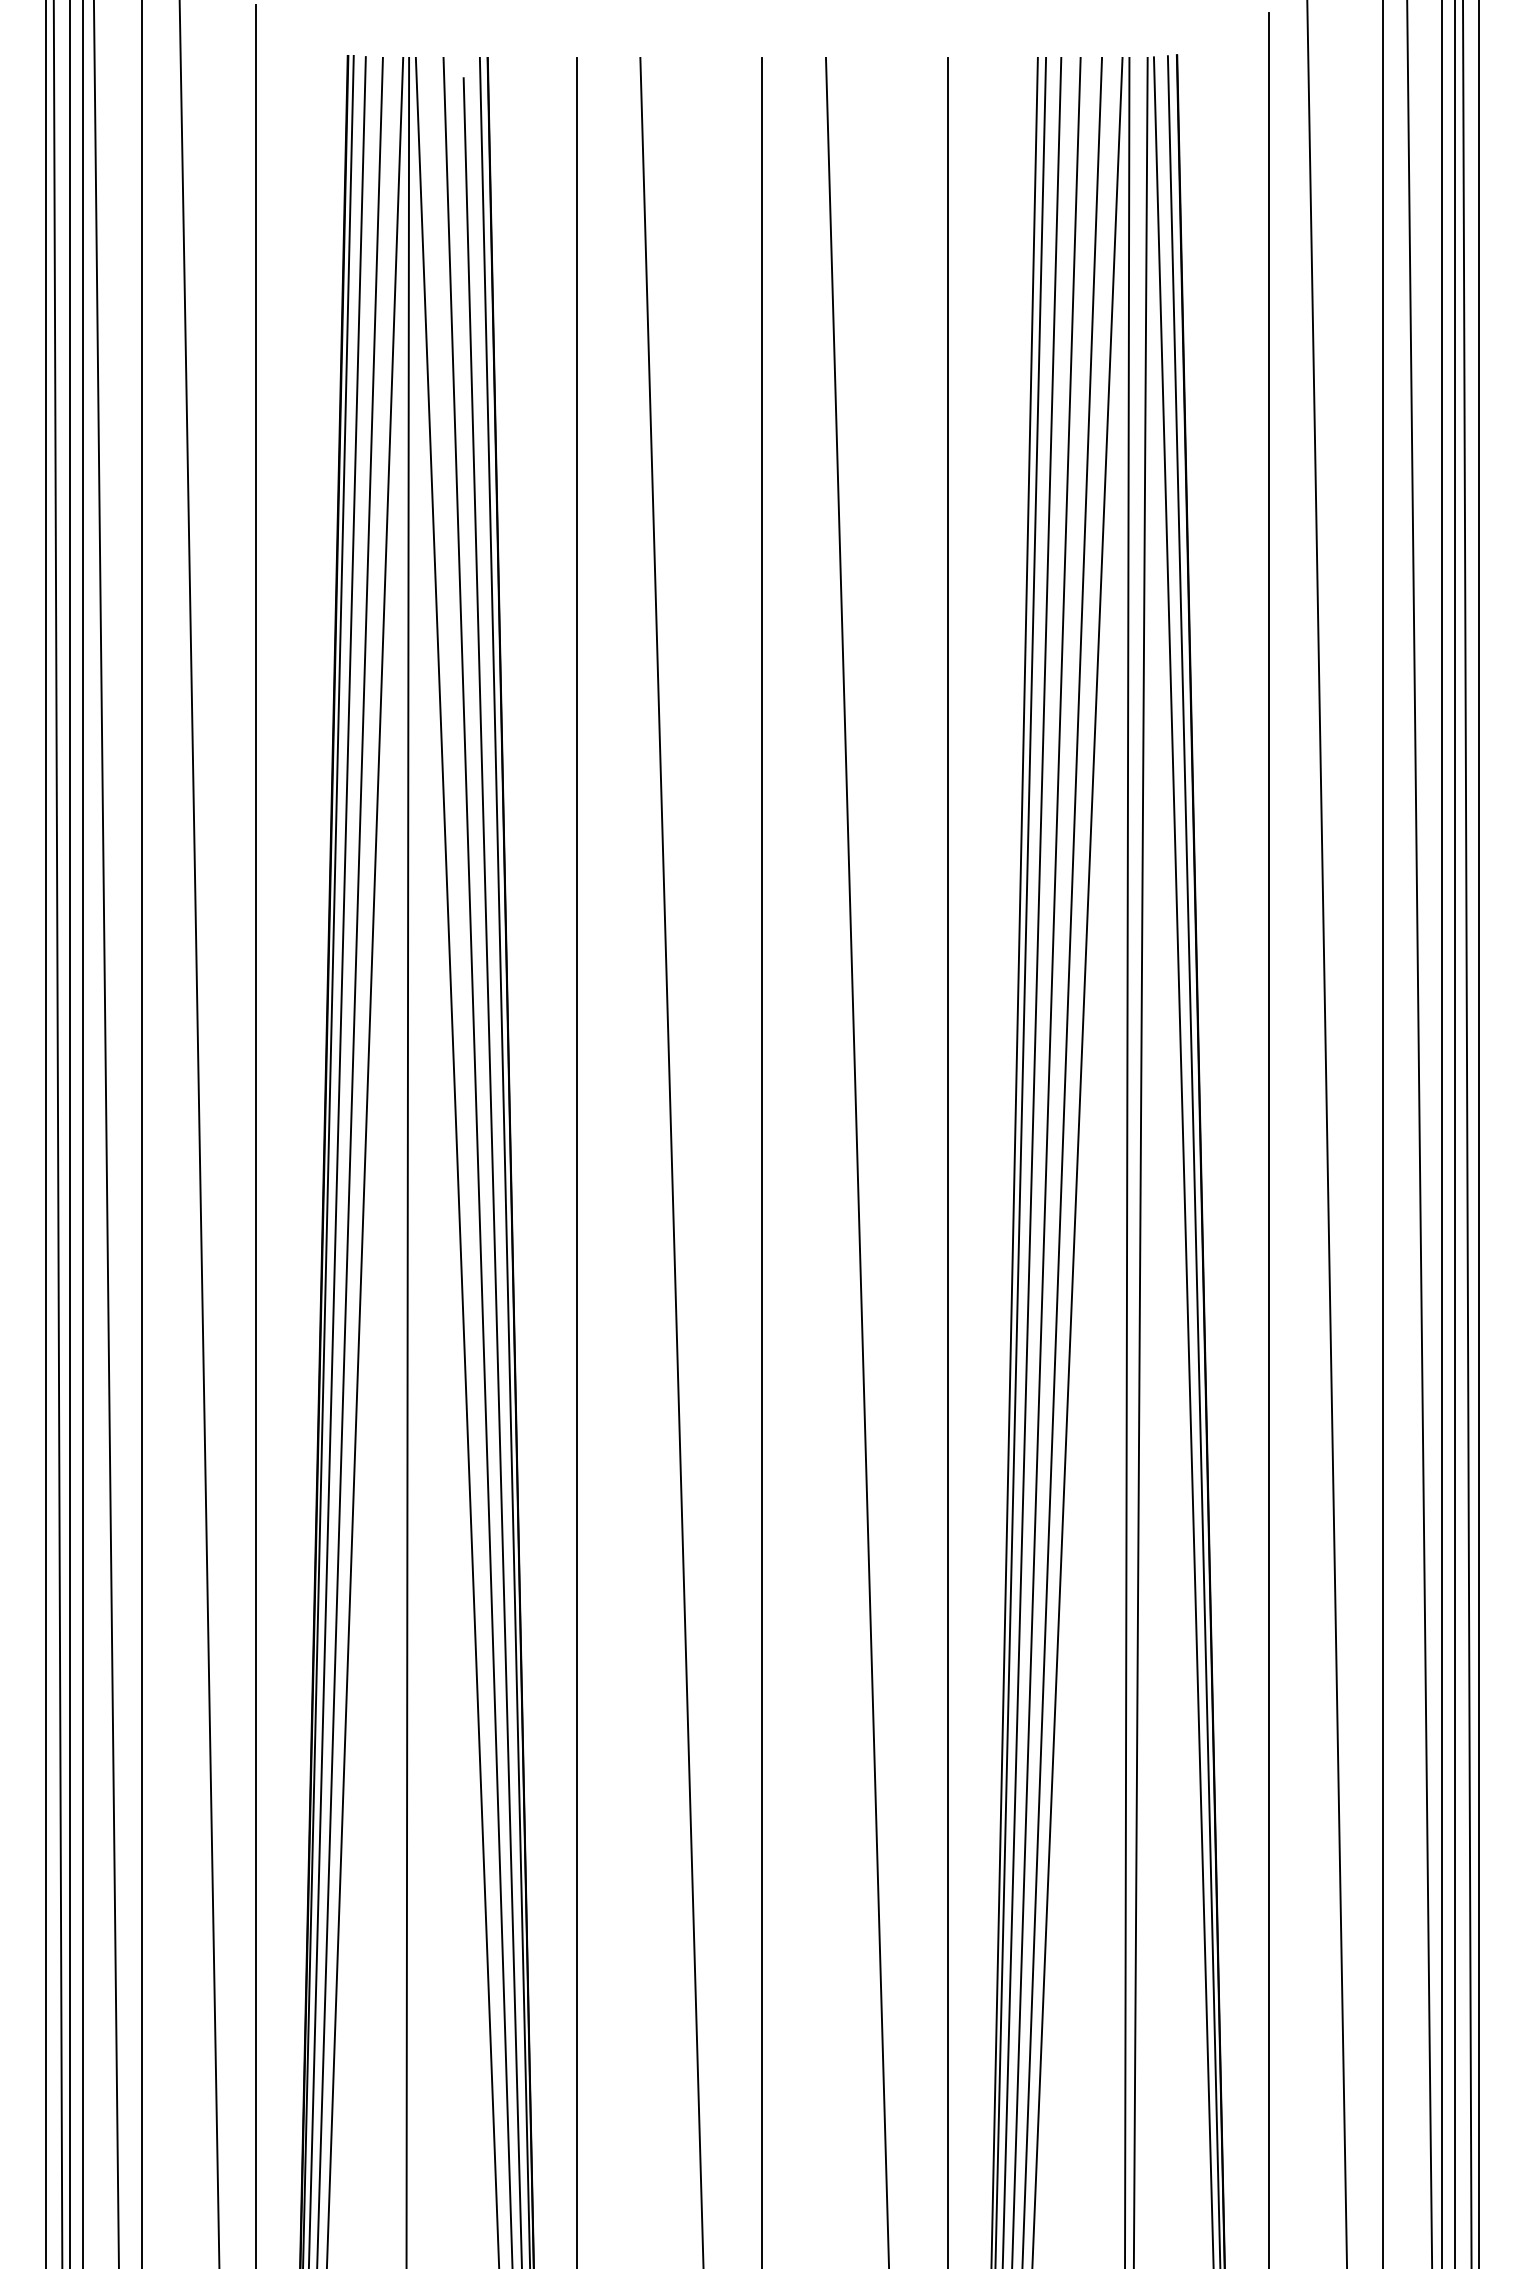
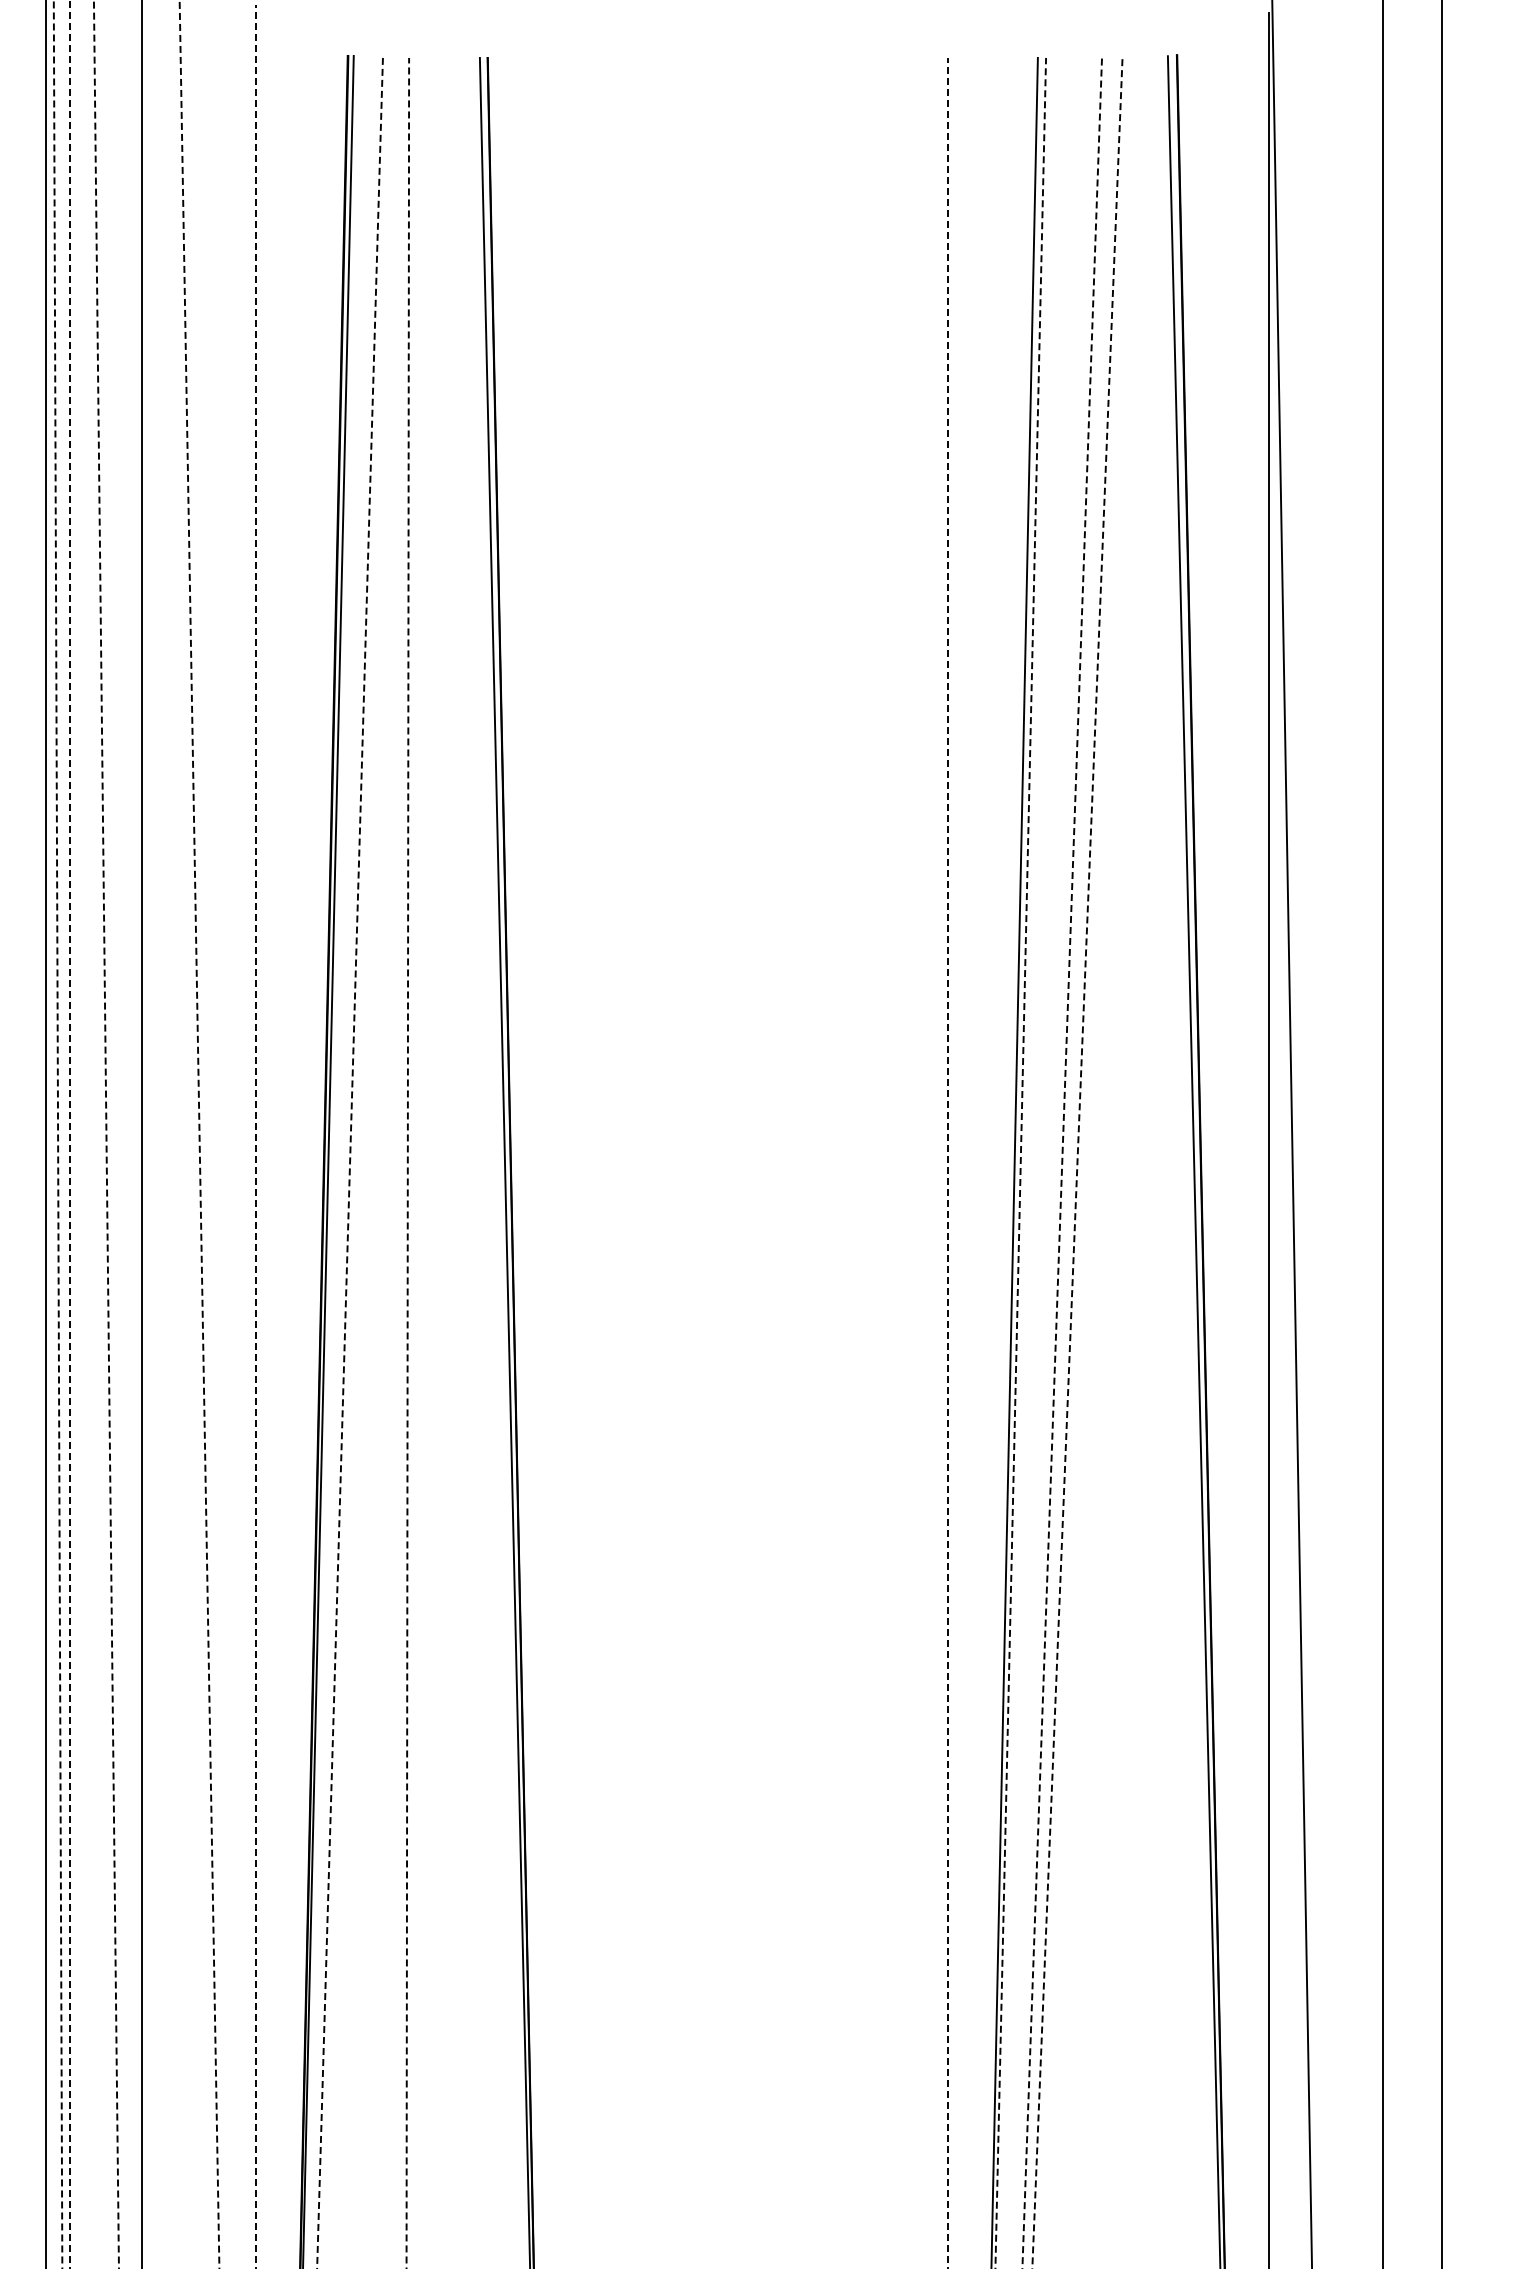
line at (83, 1133): present -> none
line at (1327, 1133) position: (1327, 1133) -> (1291, 1133)
line at (1419, 1133): present -> none
line at (1454, 1133): present -> none
line at (1467, 1133): present -> none
line at (1479, 1133): present -> none
line at (58, 1134): solid -> dashed
line at (70, 1134): solid -> dashed
line at (106, 1134): solid -> dashed
line at (199, 1134): solid -> dashed
line at (255, 1136): solid -> dashed
line at (336, 1161): present -> none
line at (365, 1161): present -> none
line at (457, 1161): present -> none
line at (477, 1161): present -> none
line at (576, 1161): present -> none
line at (671, 1161): present -> none
line at (762, 1161): present -> none
line at (856, 1161): present -> none
line at (1031, 1161): present -> none
line at (1046, 1161): present -> none
line at (1127, 1161): present -> none
line at (1140, 1161): present -> none
line at (1183, 1161): present -> none
line at (407, 1162): solid -> dashed
line at (948, 1162): solid -> dashed
line at (1077, 1162): solid -> dashed
line at (350, 1163): solid -> dashed
line at (1020, 1163): solid -> dashed
line at (1062, 1163): solid -> dashed
line at (492, 1171): present -> none
